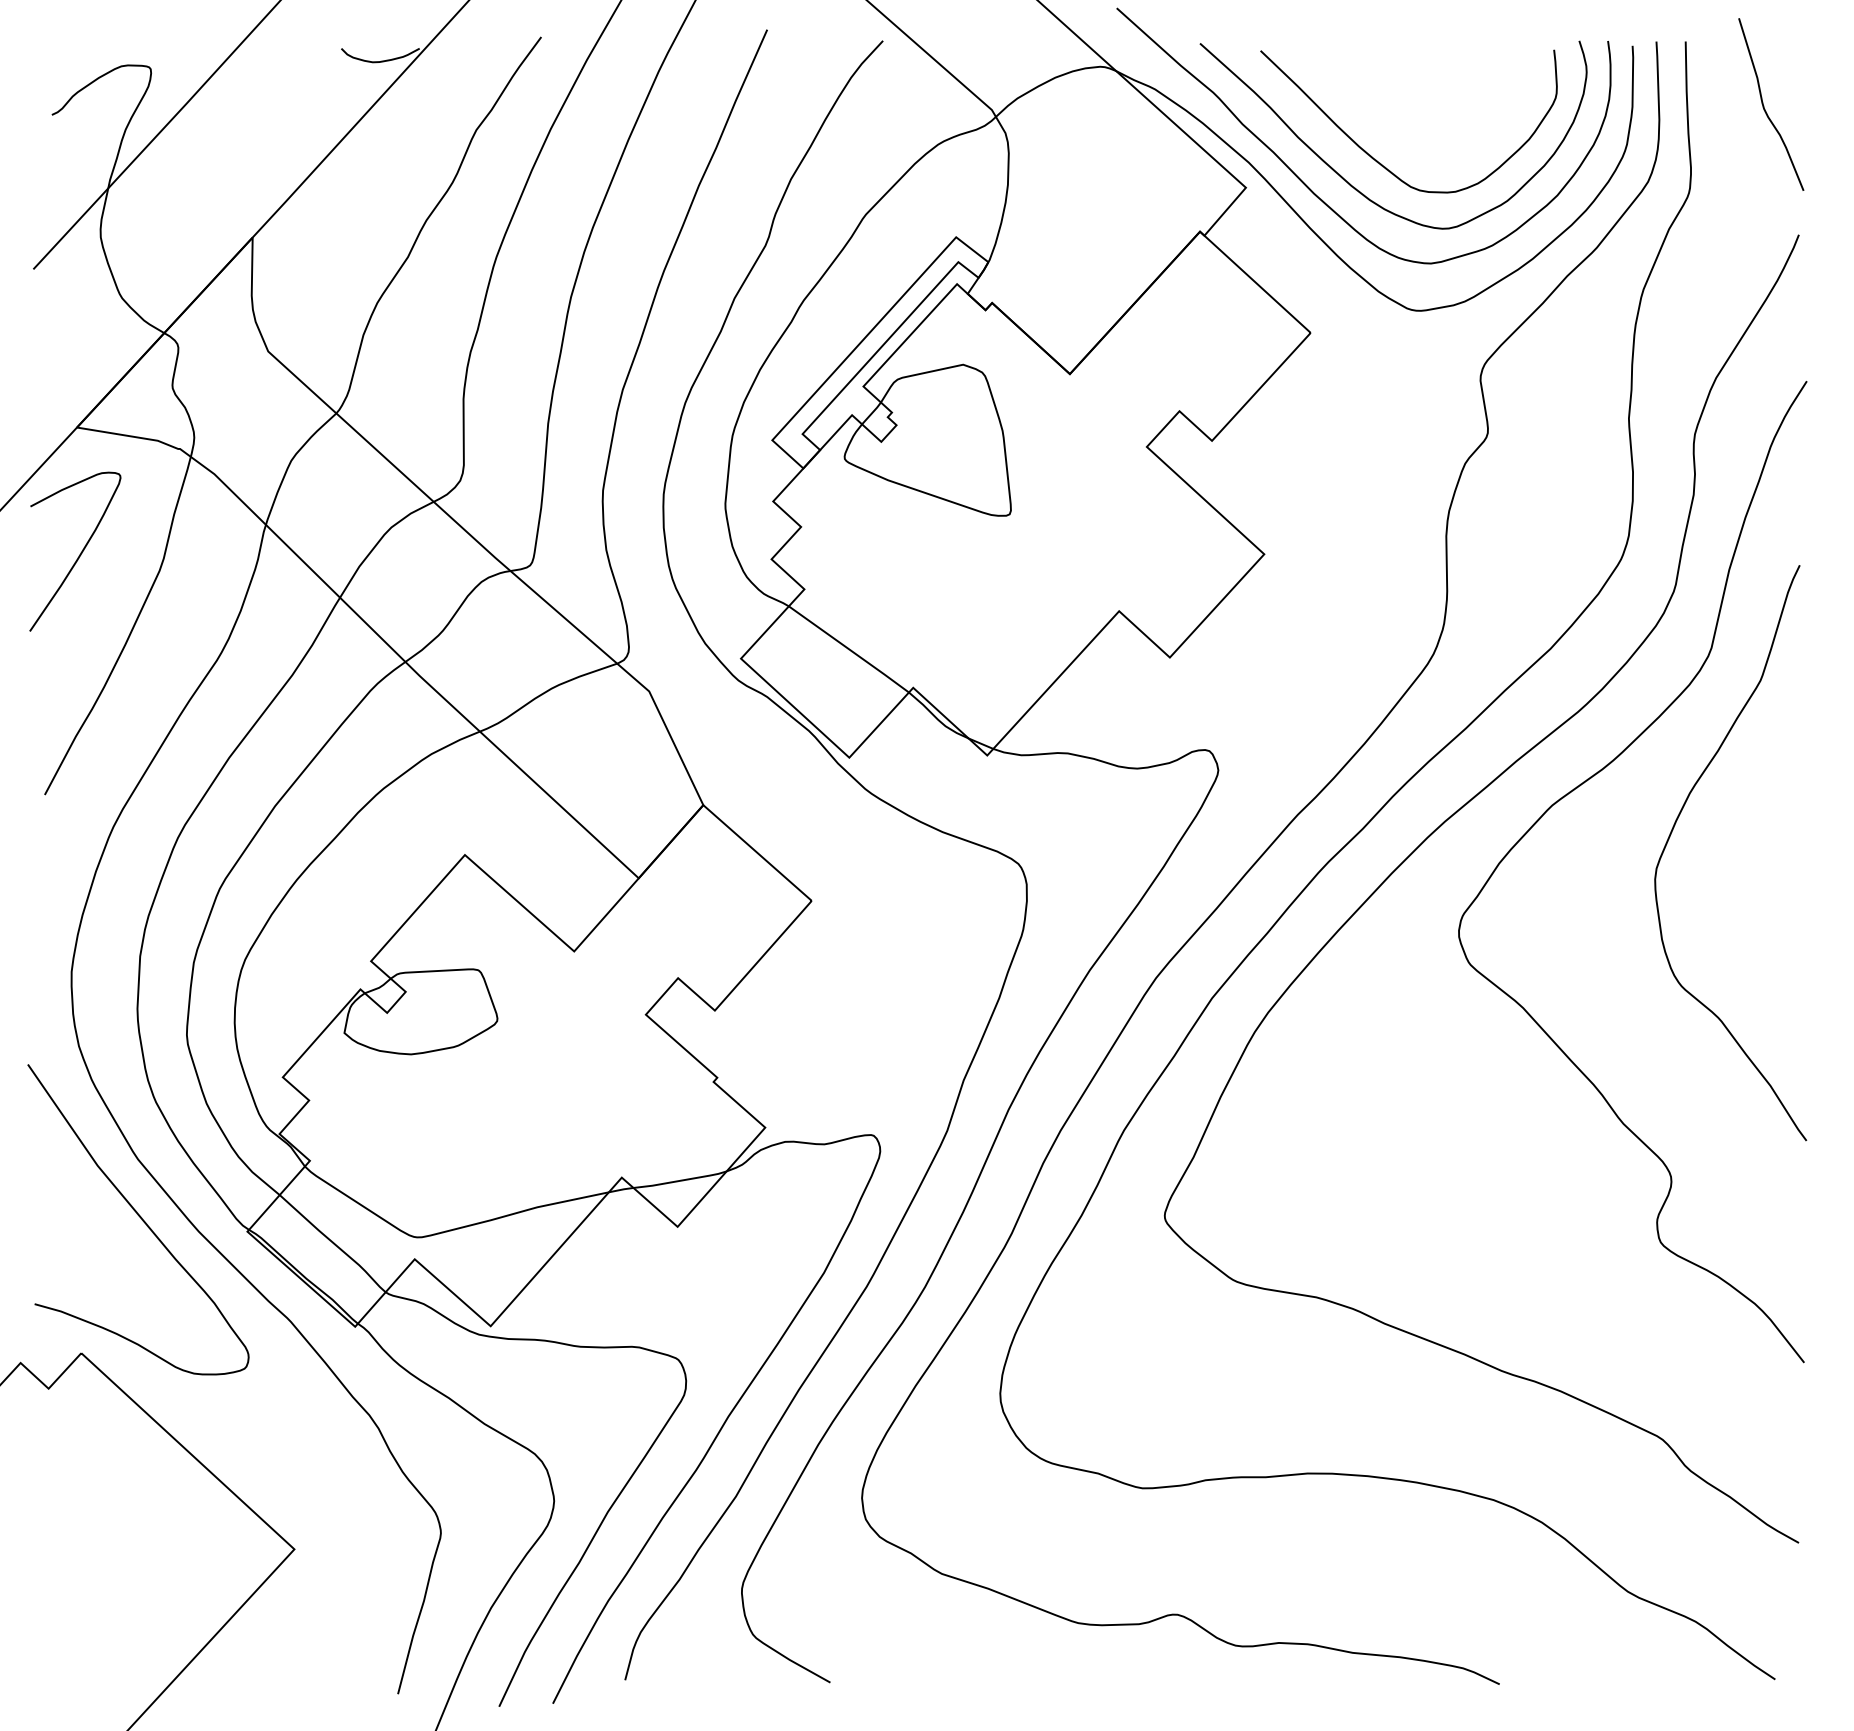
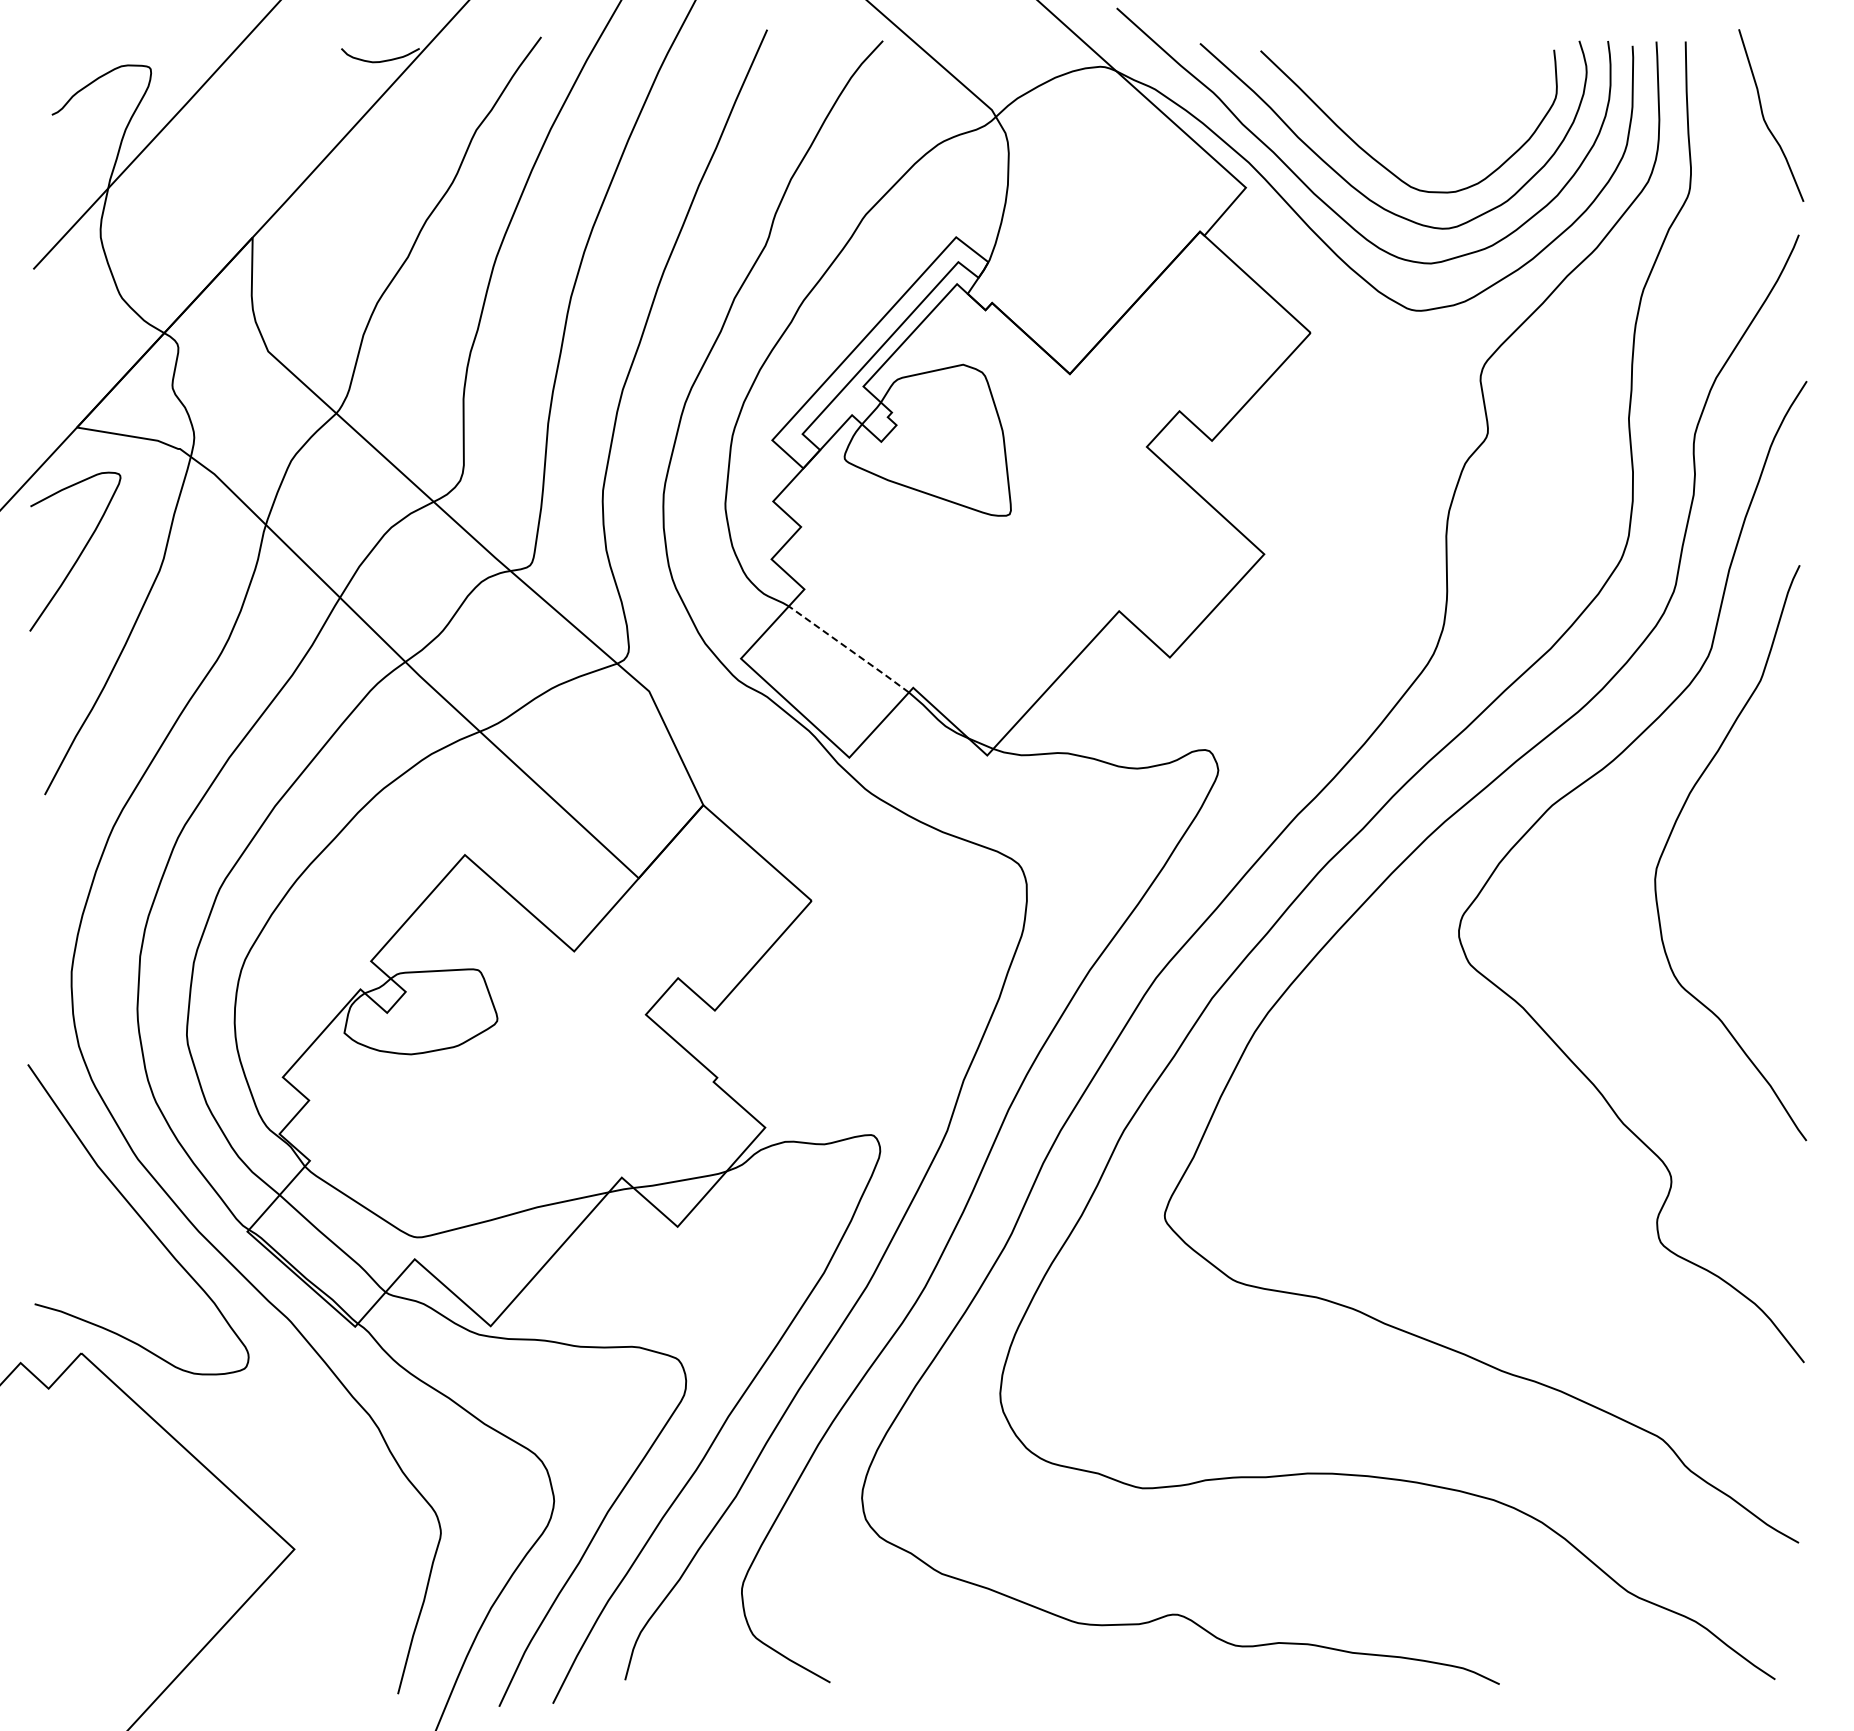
curve at (1764, 105) position: (1764, 105) -> (1764, 116)
line at (849, 649): solid -> dashed
